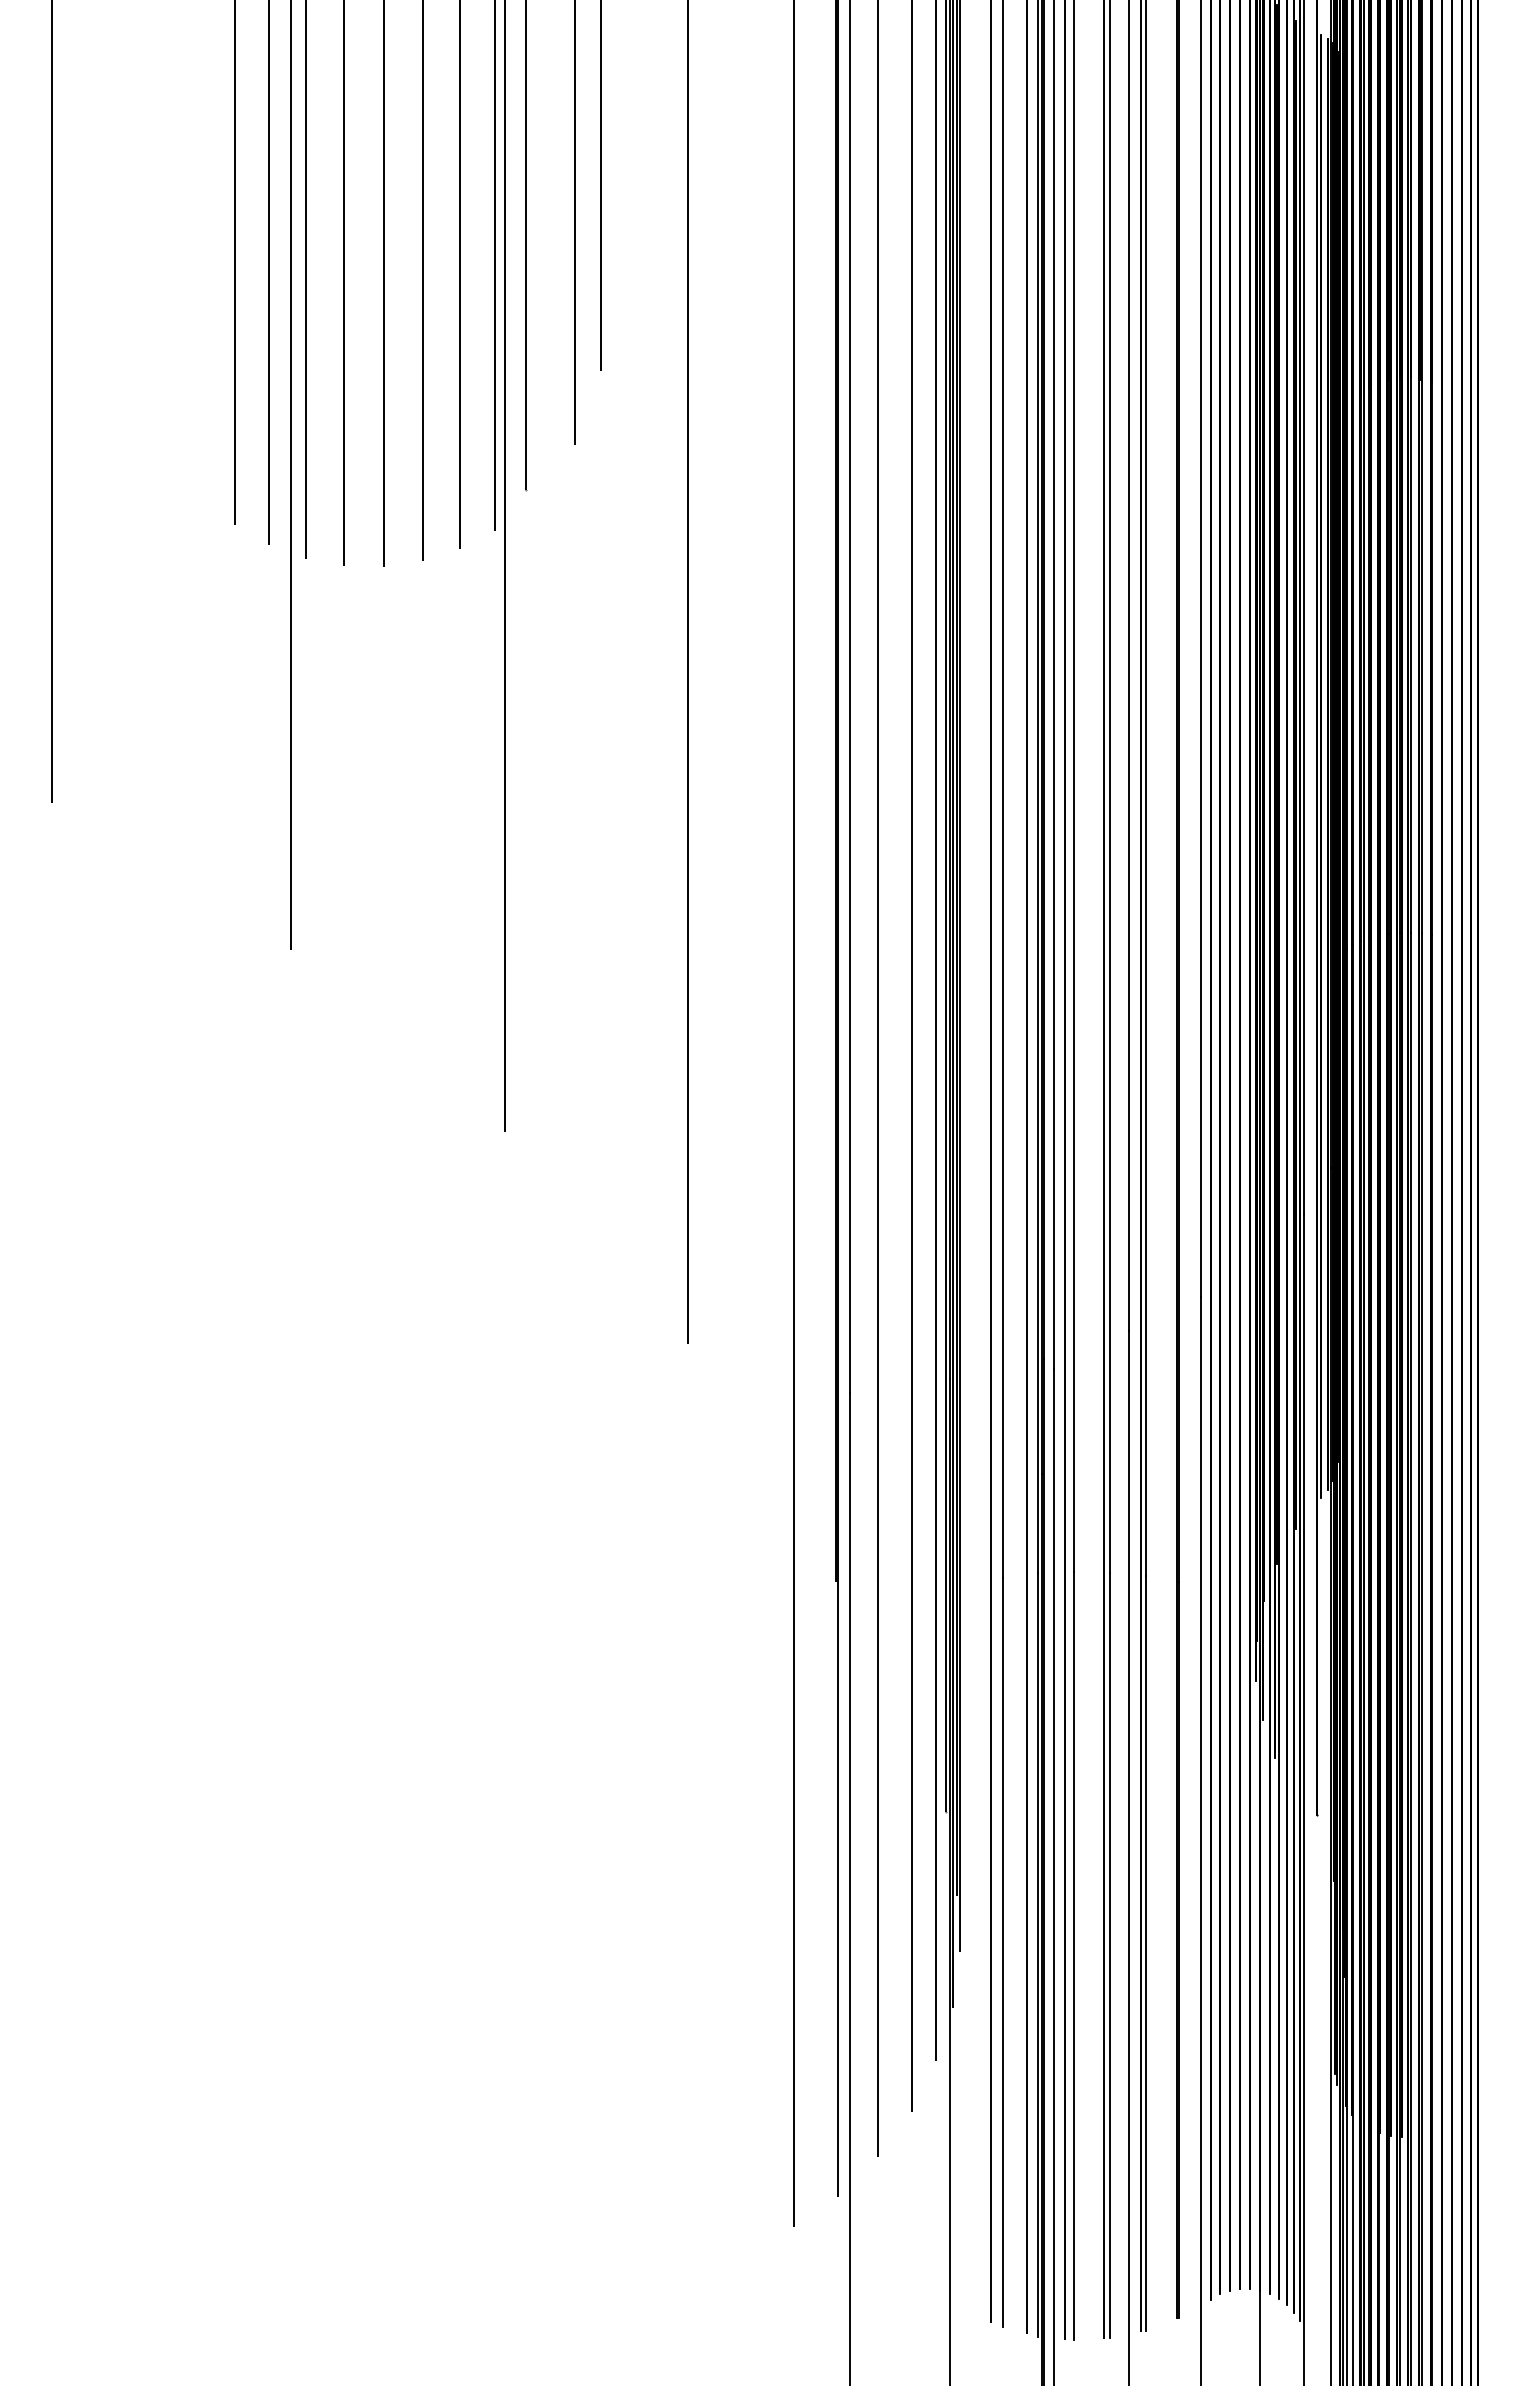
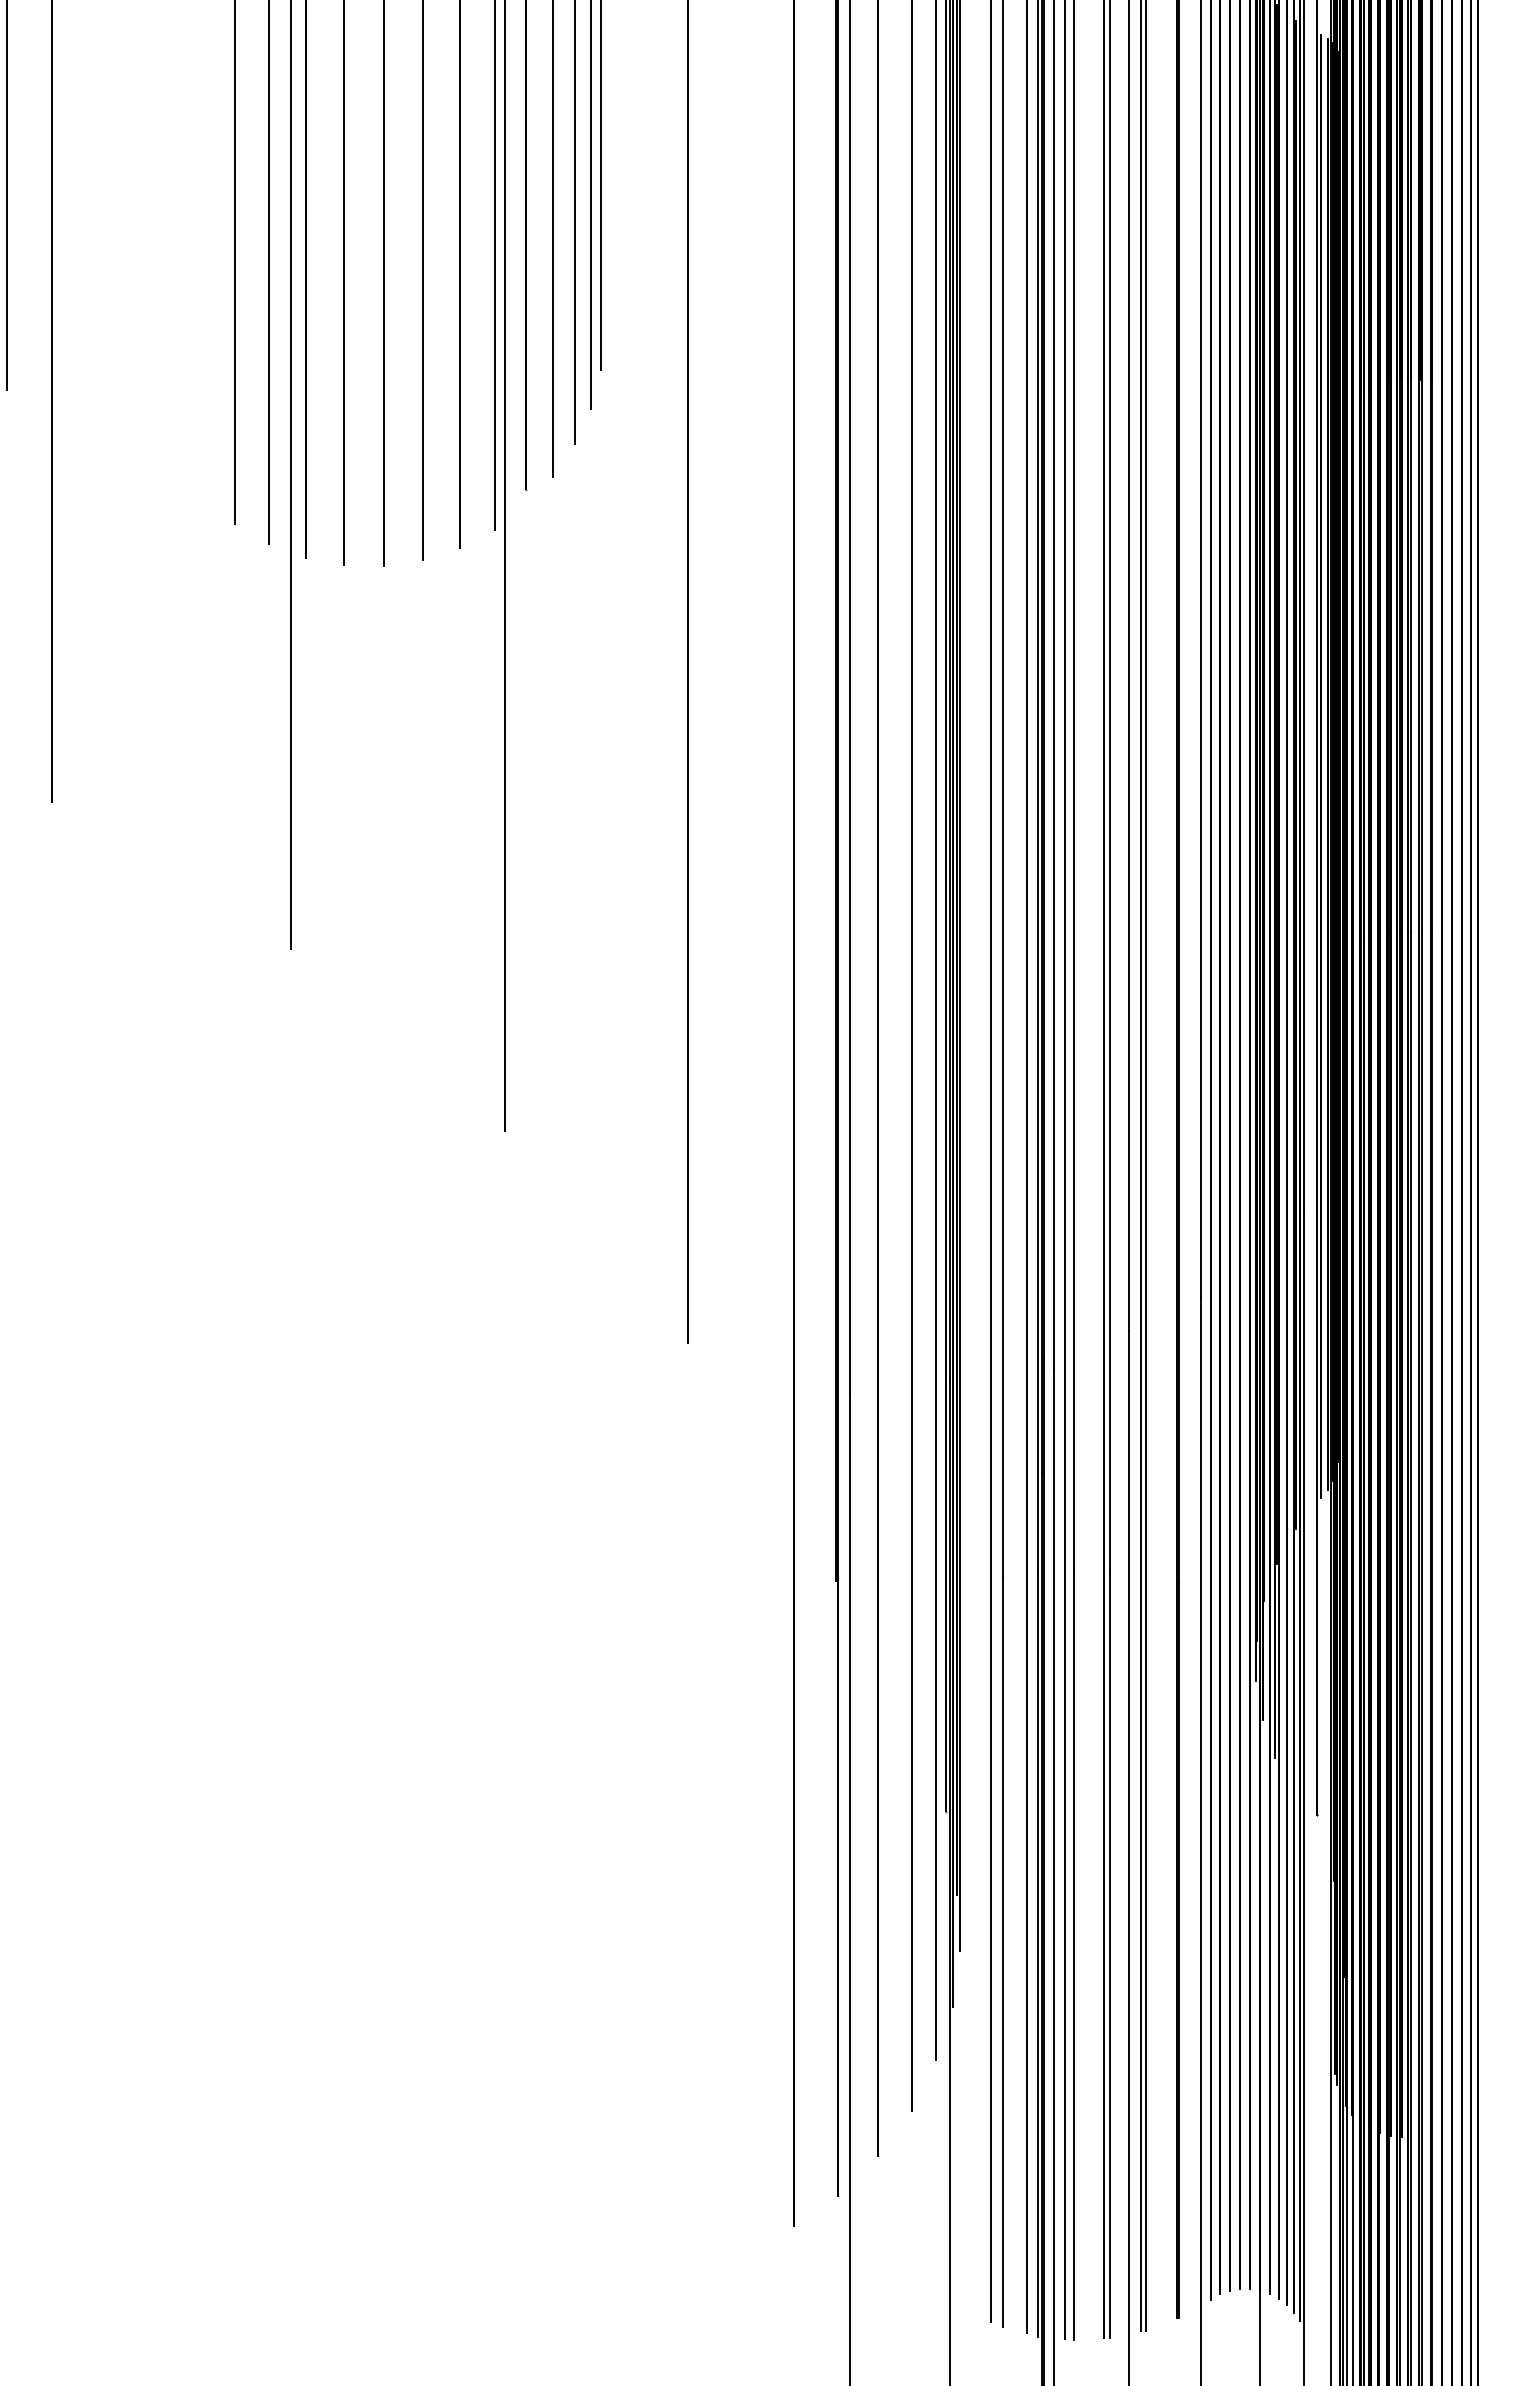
line at (6, 196): none -> present
line at (590, 205): none -> present
line at (553, 240): none -> present
